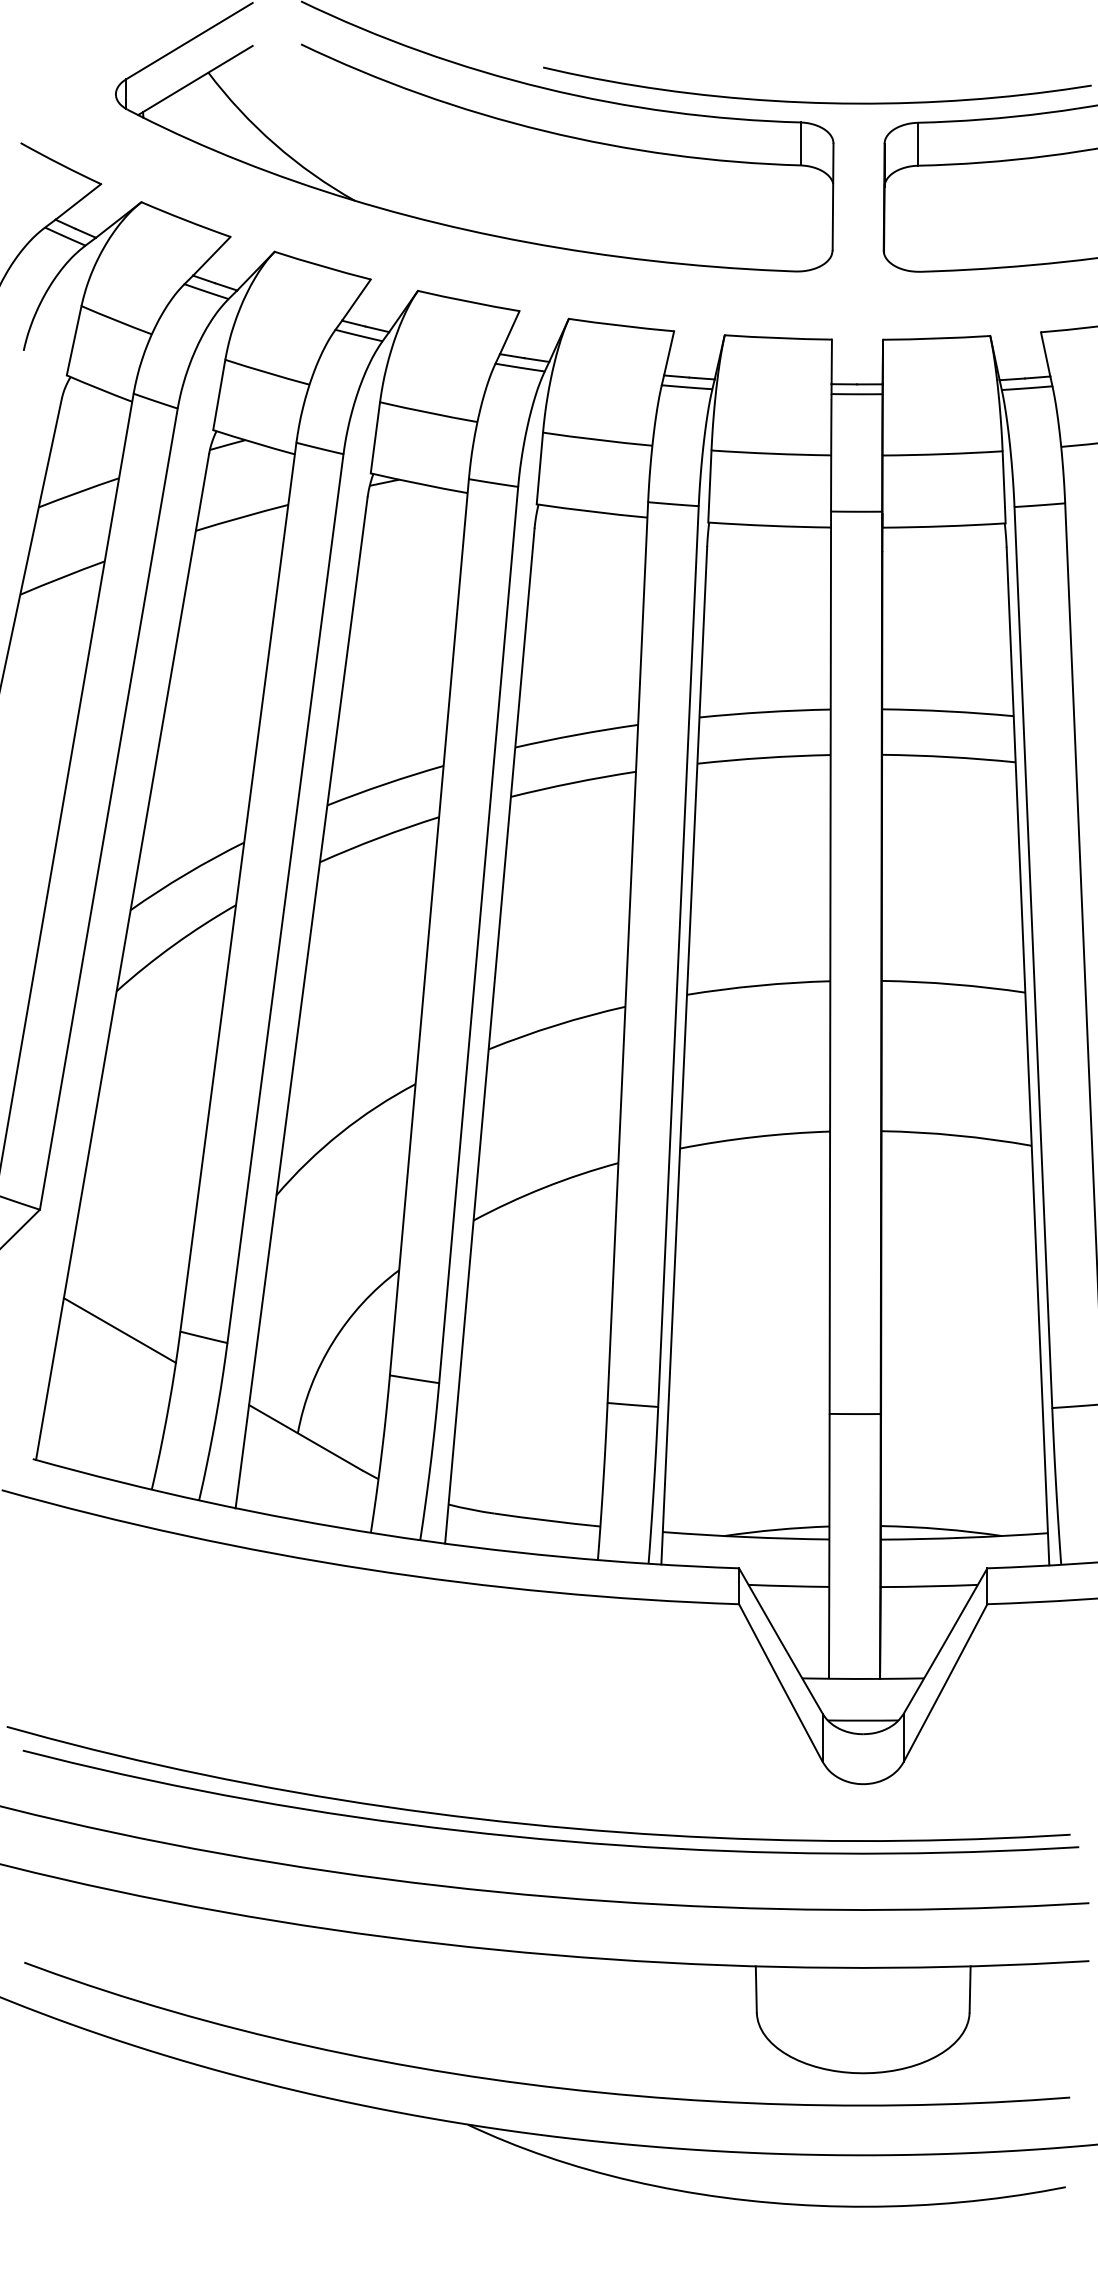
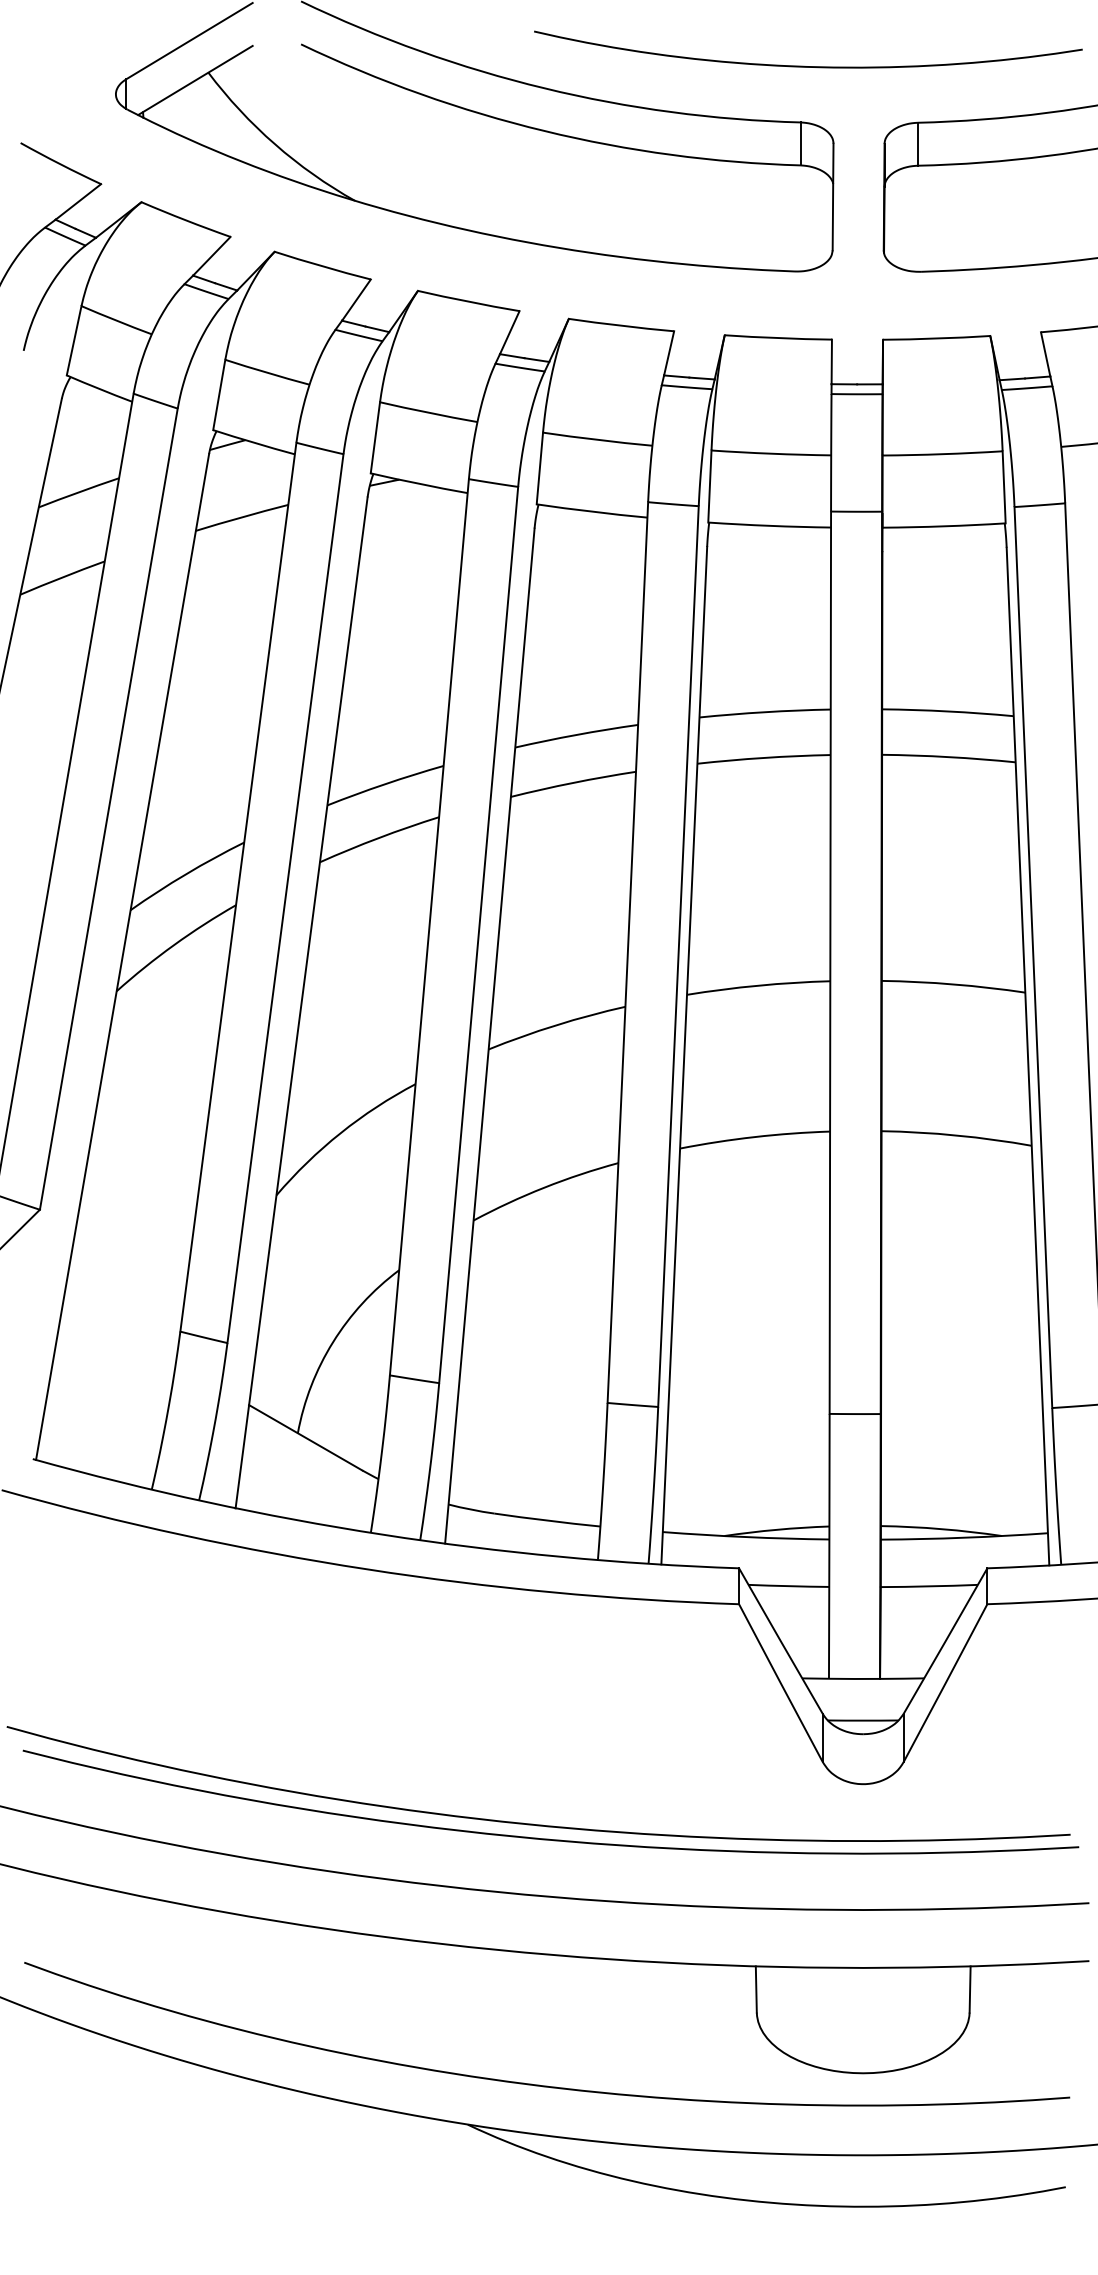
curve at (813, 101) position: (813, 101) -> (804, 65)
line at (119, 1330): present -> none
